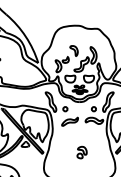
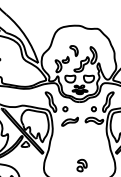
part at (81, 152) position: (81, 152) -> (81, 165)
